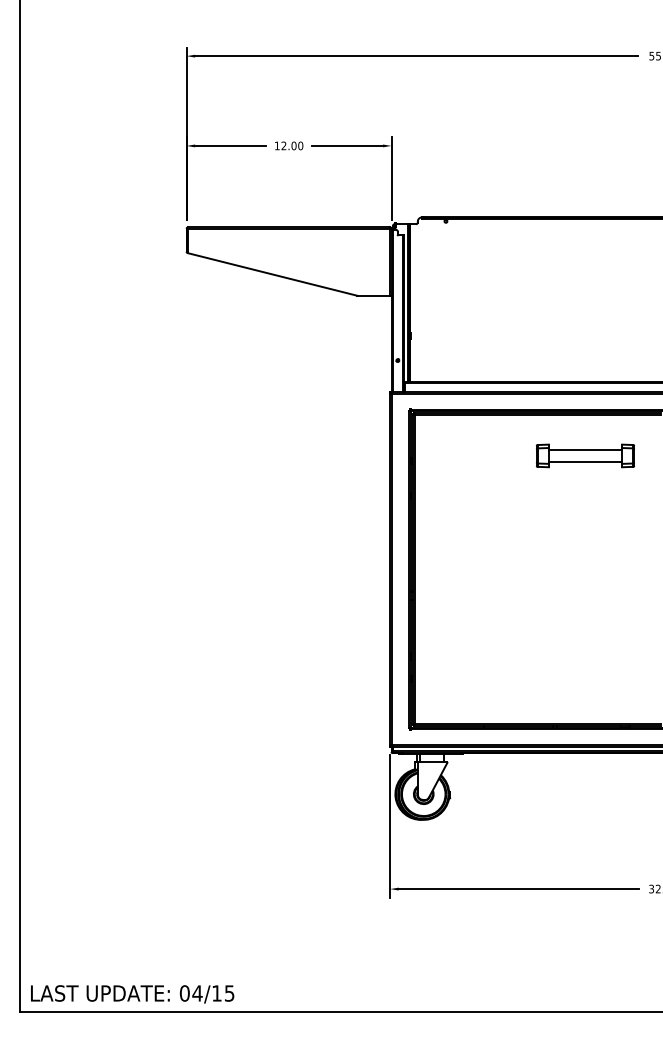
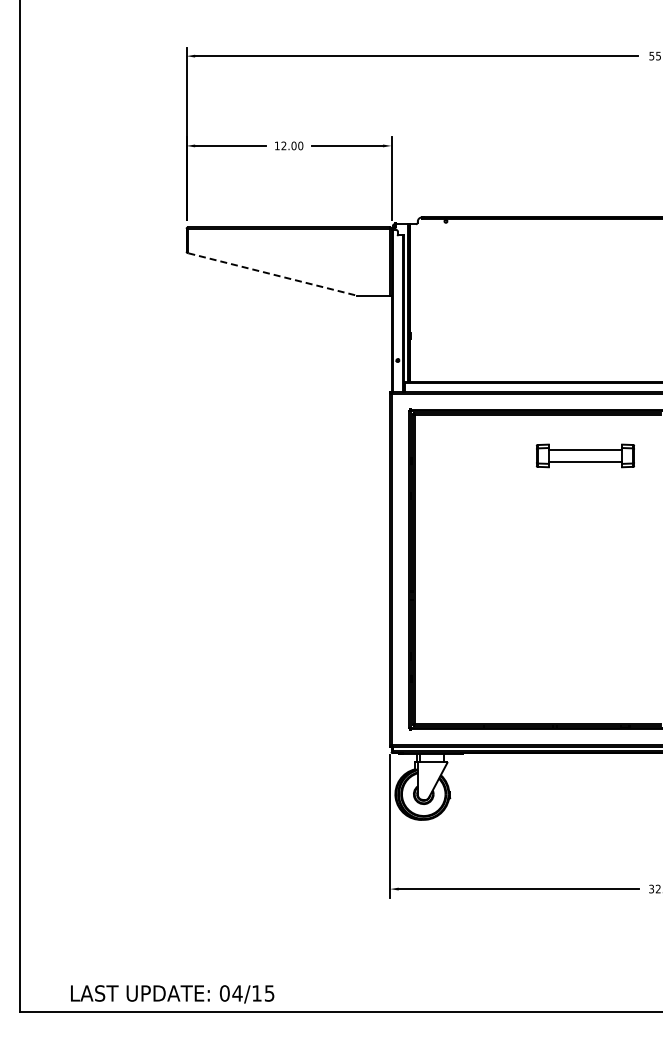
line at (273, 274): solid -> dashed
text at (132, 994) position: (132, 994) -> (172, 994)
